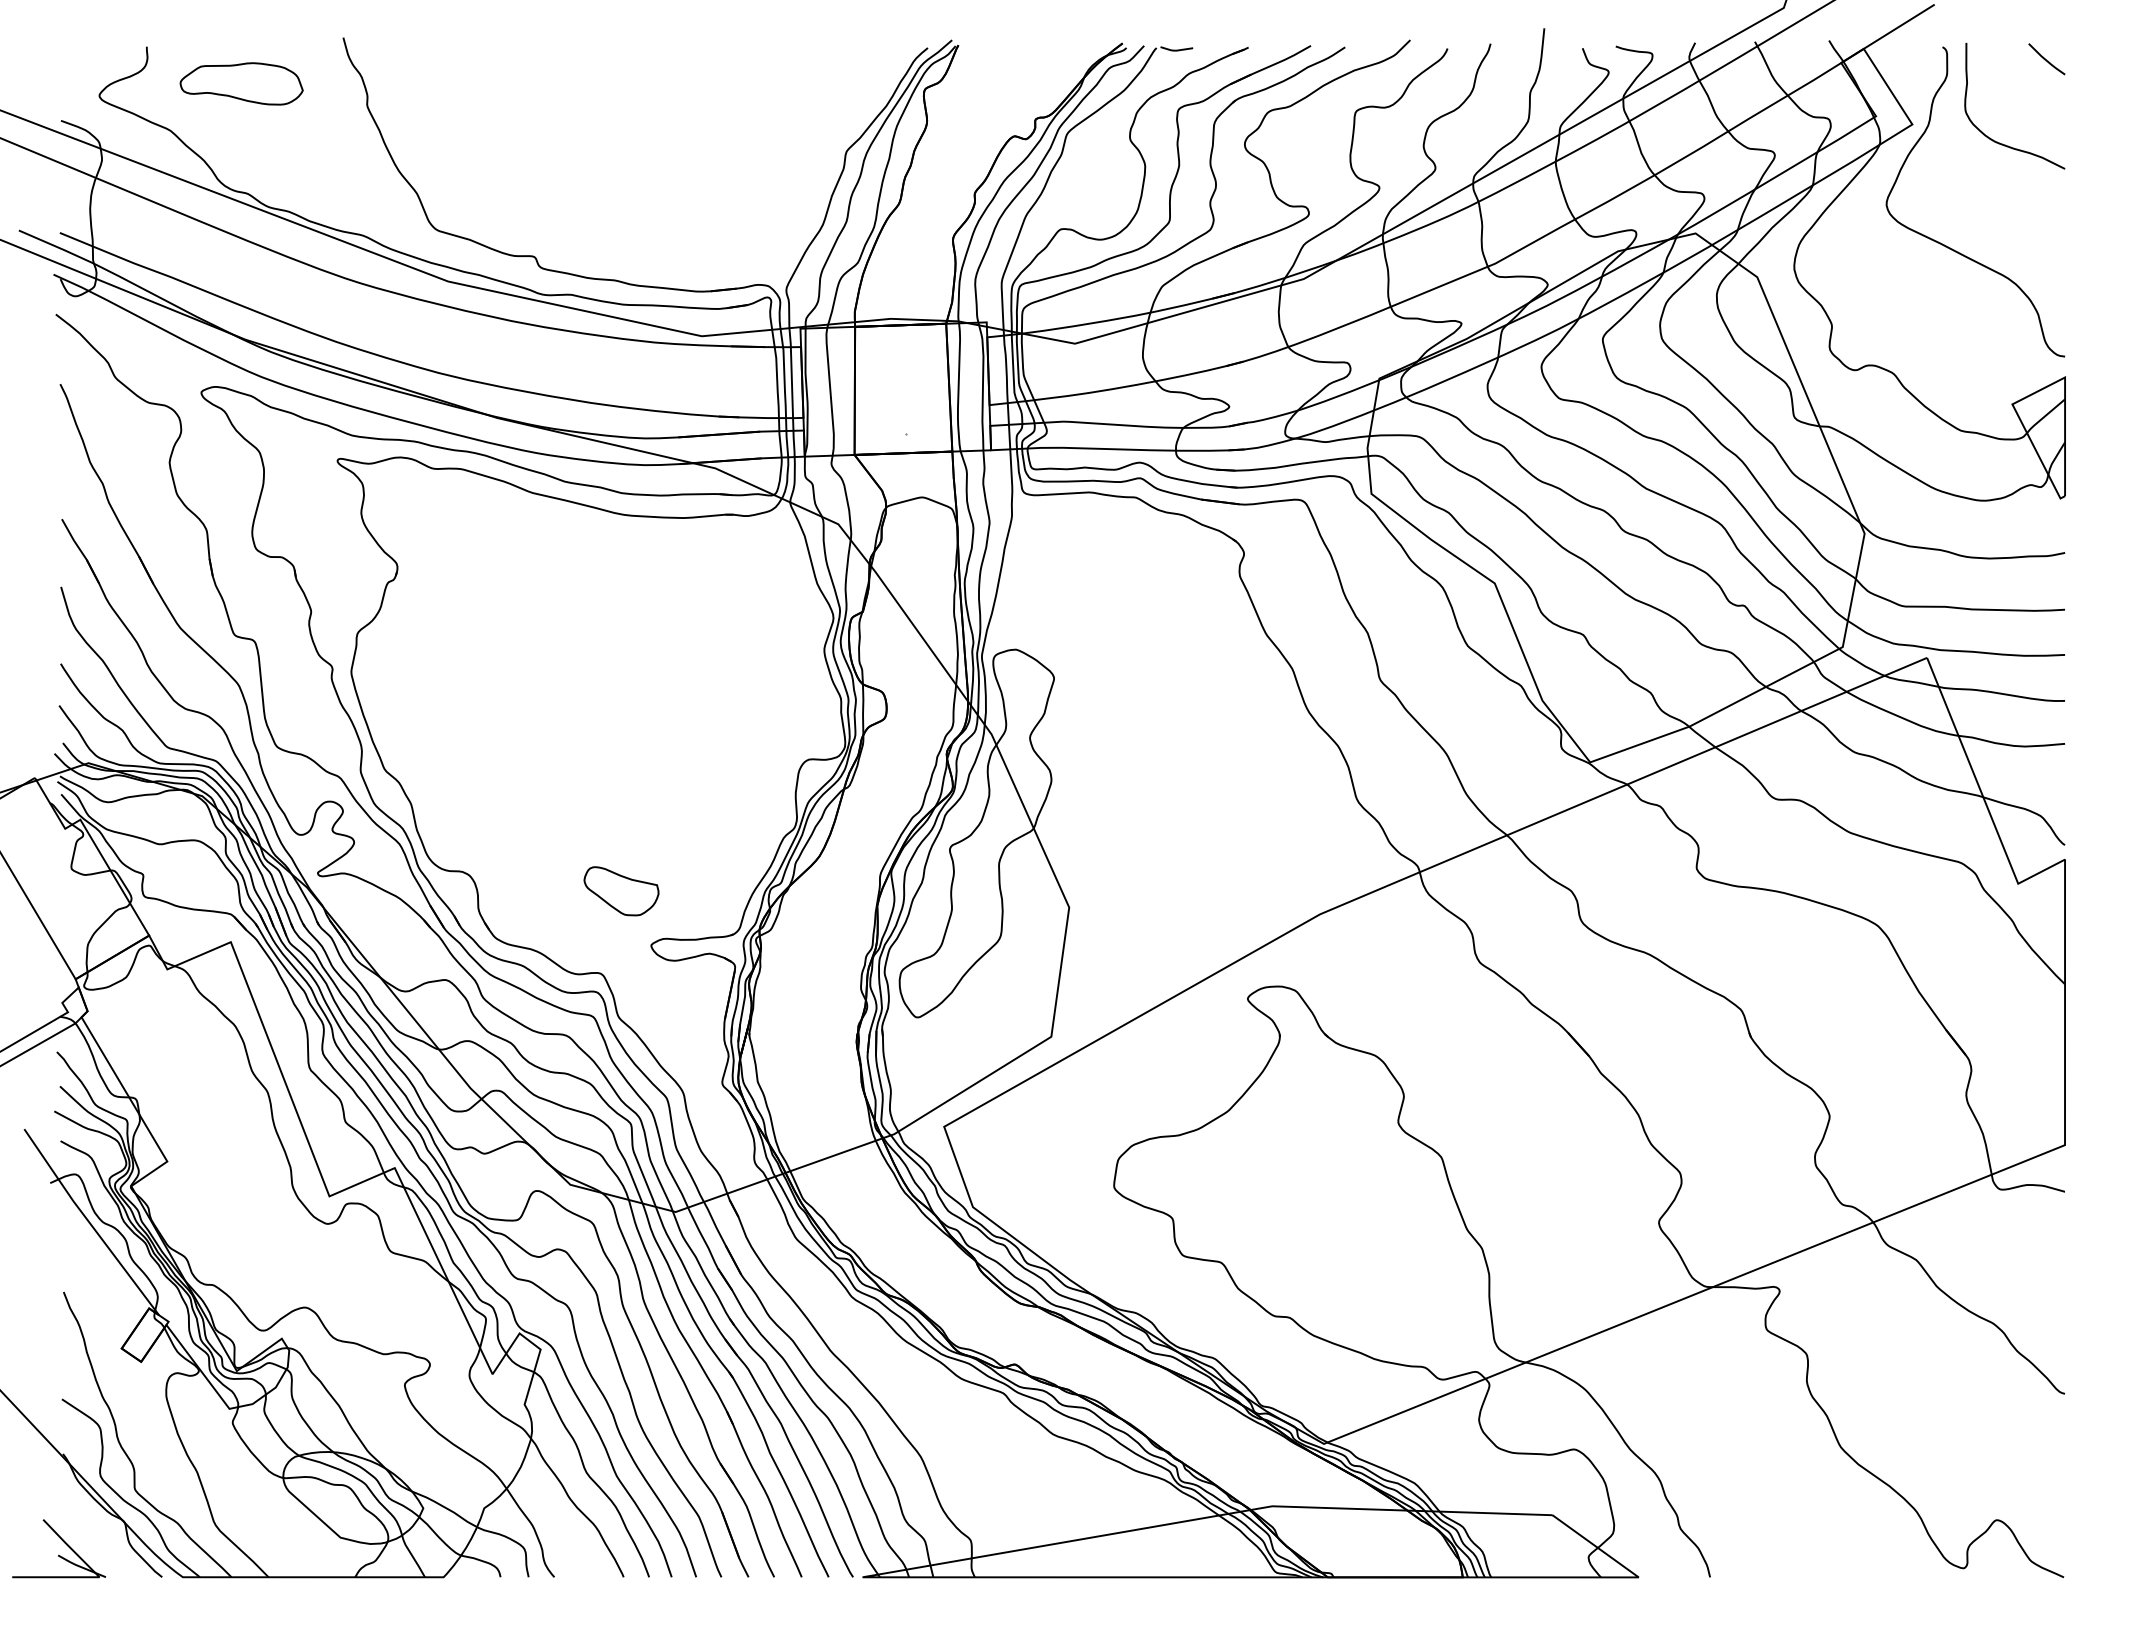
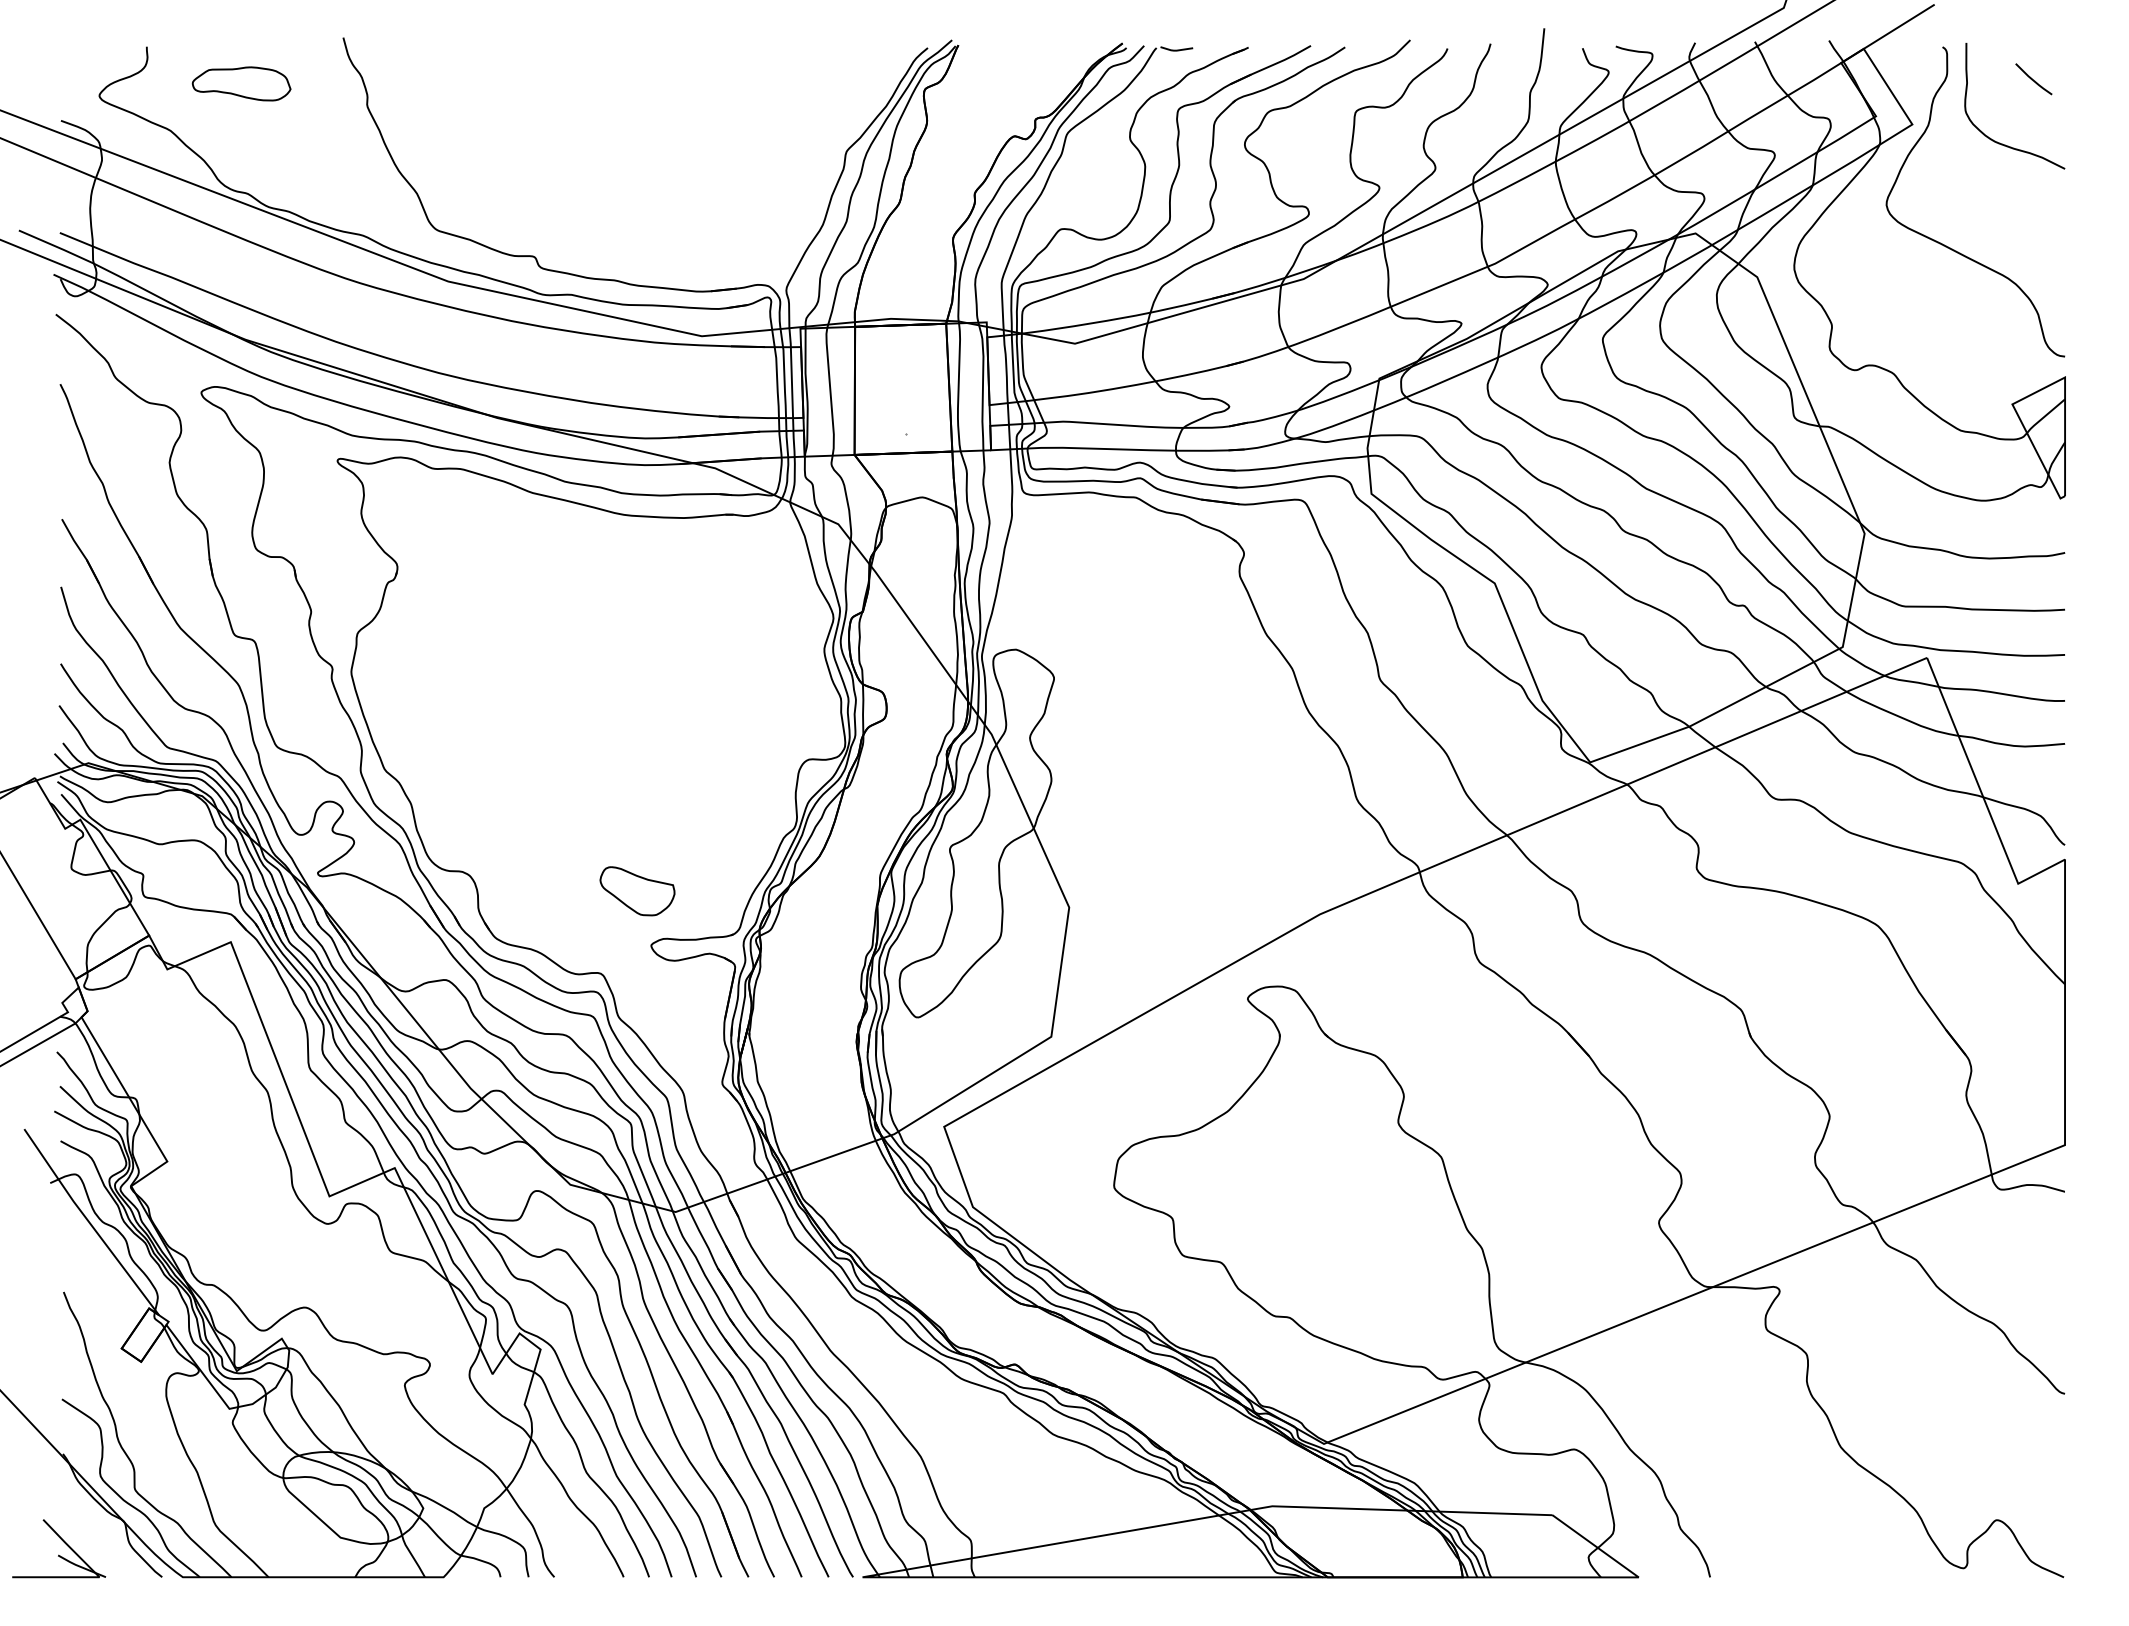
line at (2046, 59) position: (2046, 59) -> (2033, 79)
part at (241, 83) size: 125x44 px -> 101x36 px
part at (621, 891) position: (621, 891) -> (637, 891)
